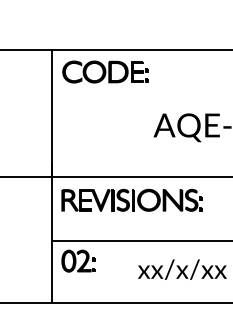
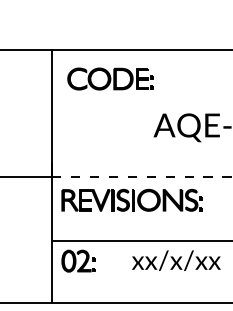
part at (105, 71) position: (105, 71) -> (110, 78)
line at (141, 176): solid -> dashed
text at (182, 269) position: (182, 269) -> (176, 260)
